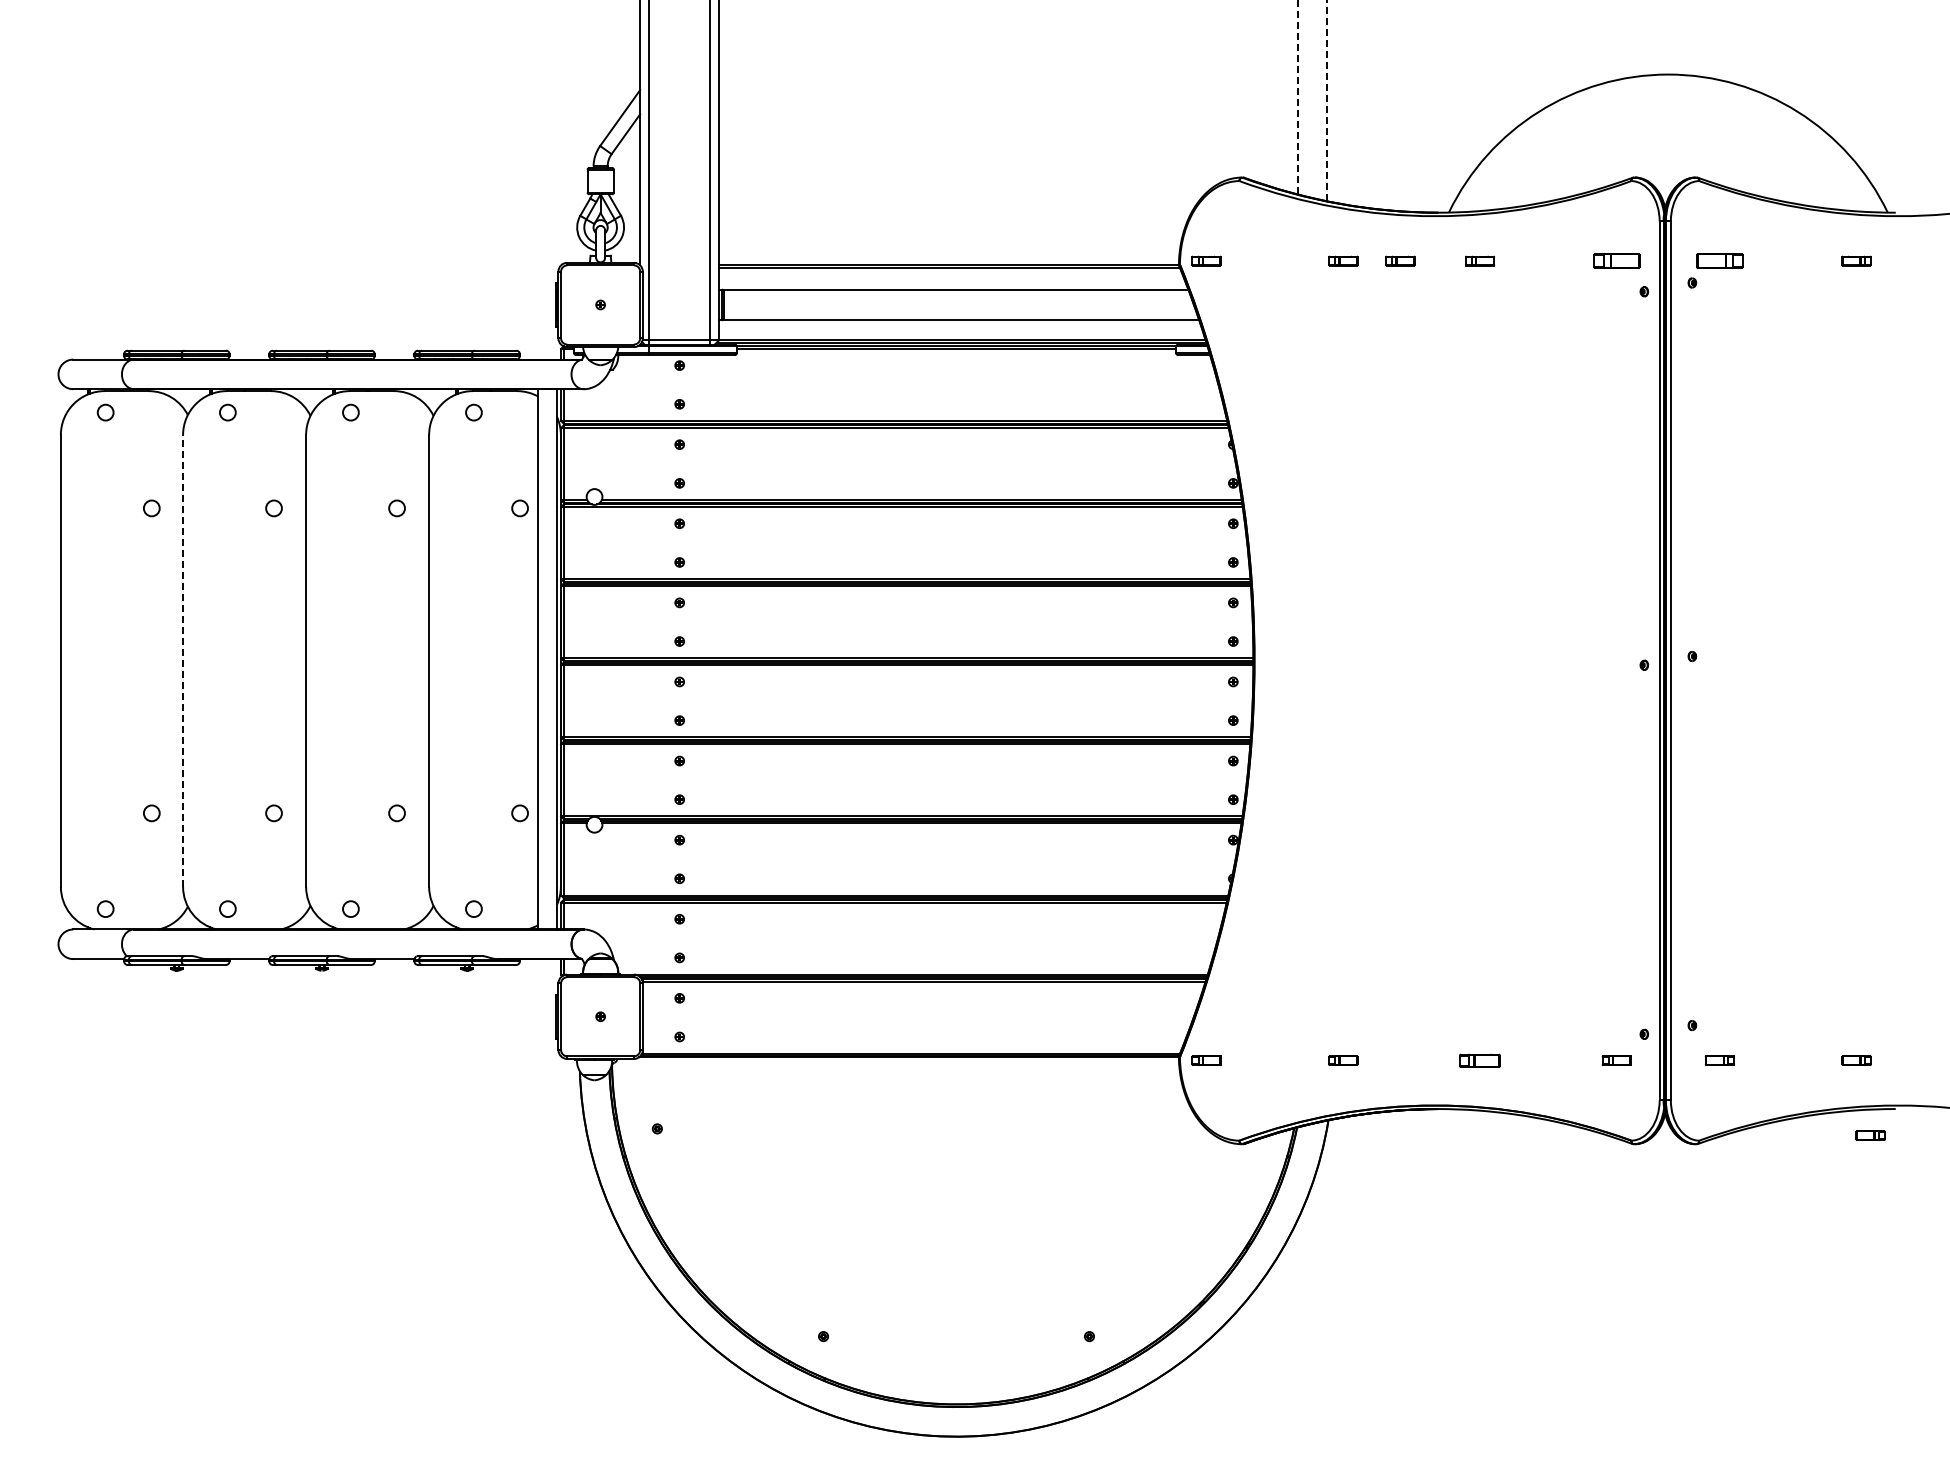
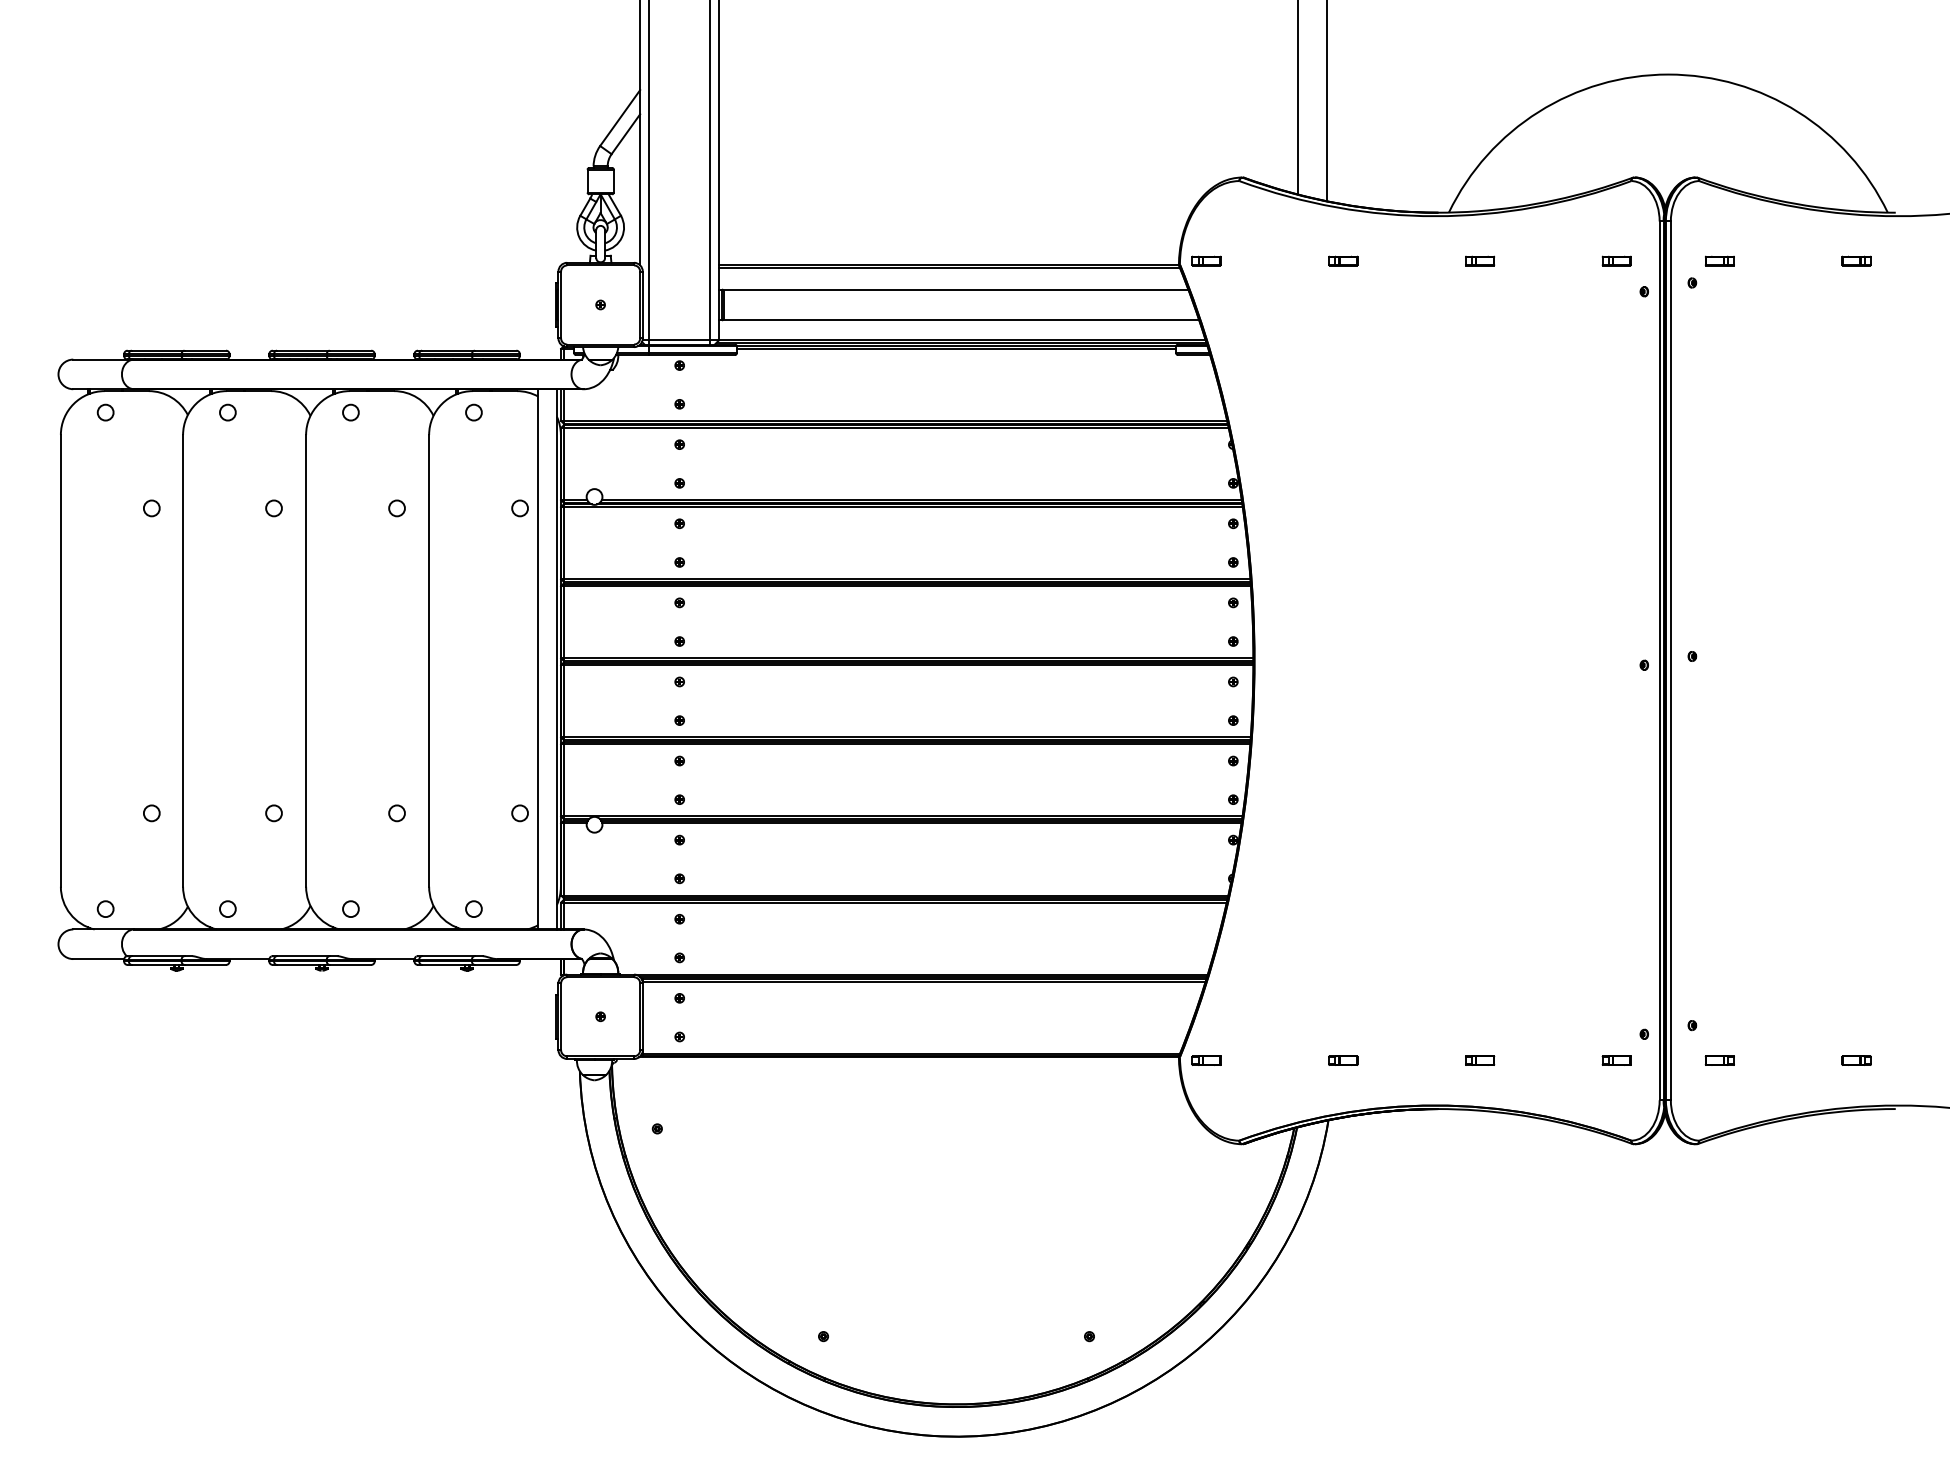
line at (1297, 97): dashed -> solid
line at (1327, 100): dashed -> solid
part at (1400, 260): present -> none
part at (1616, 260) size: 48x16 px -> 31x12 px
part at (1719, 260) size: 48x16 px -> 30x12 px
line at (183, 660): dashed -> solid
part at (1479, 1060) size: 42x15 px -> 31x11 px
part at (1870, 1135): present -> none
